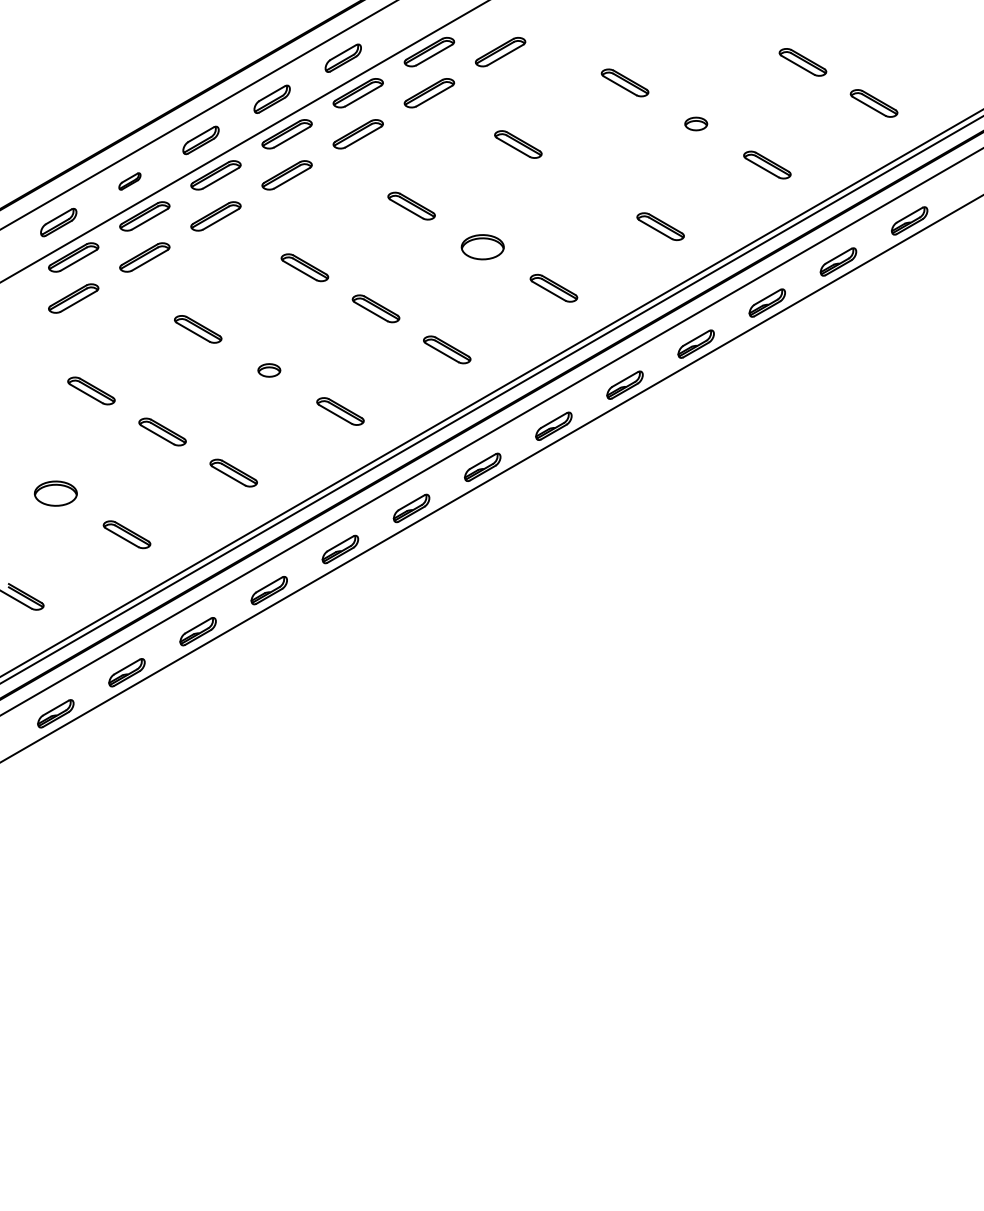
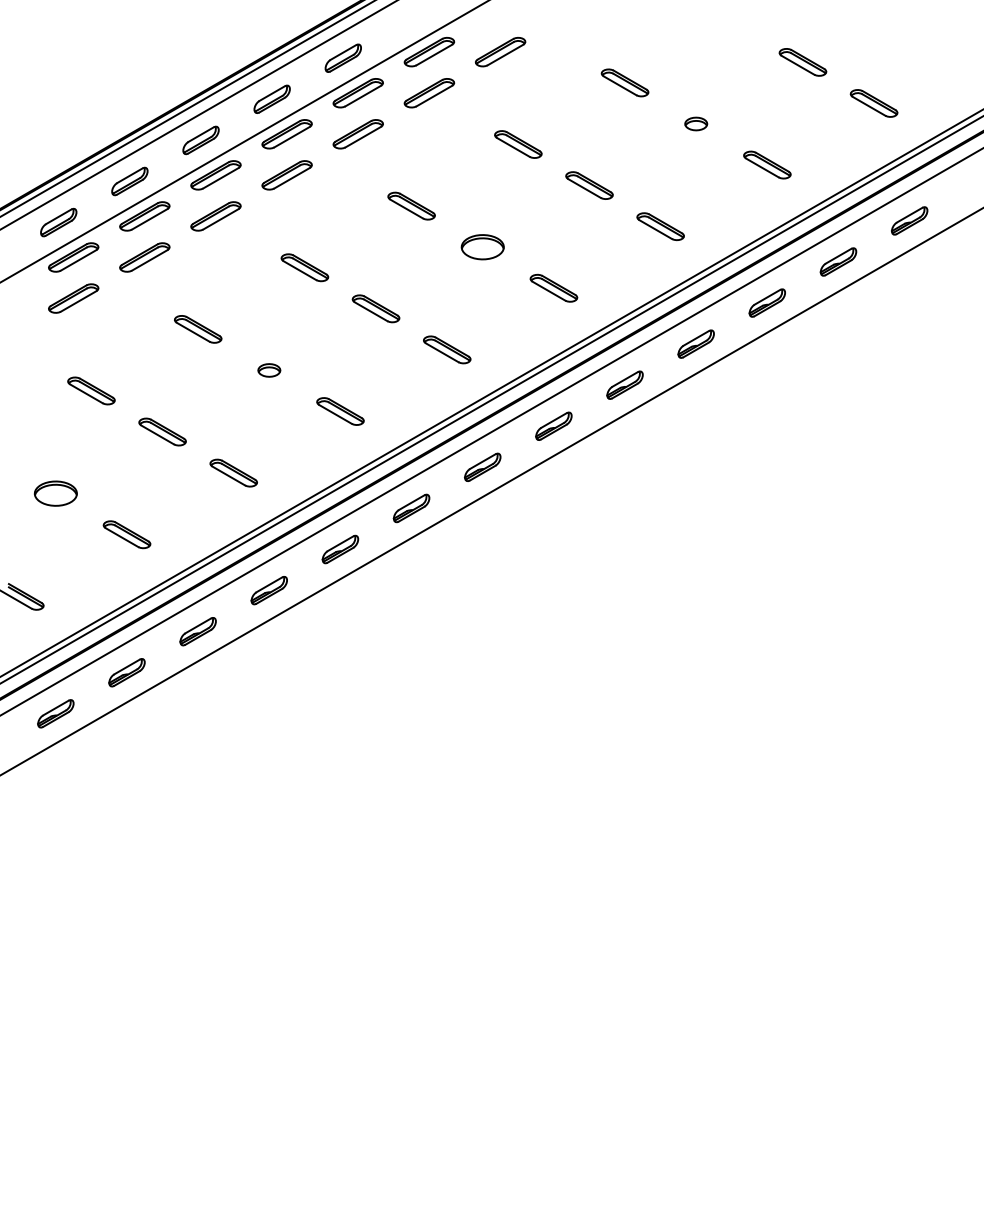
line at (187, 108): none -> present
part at (129, 181) size: 24x19 px -> 38x31 px
part at (589, 185): none -> present
line at (491, 478) position: (491, 478) -> (491, 491)
